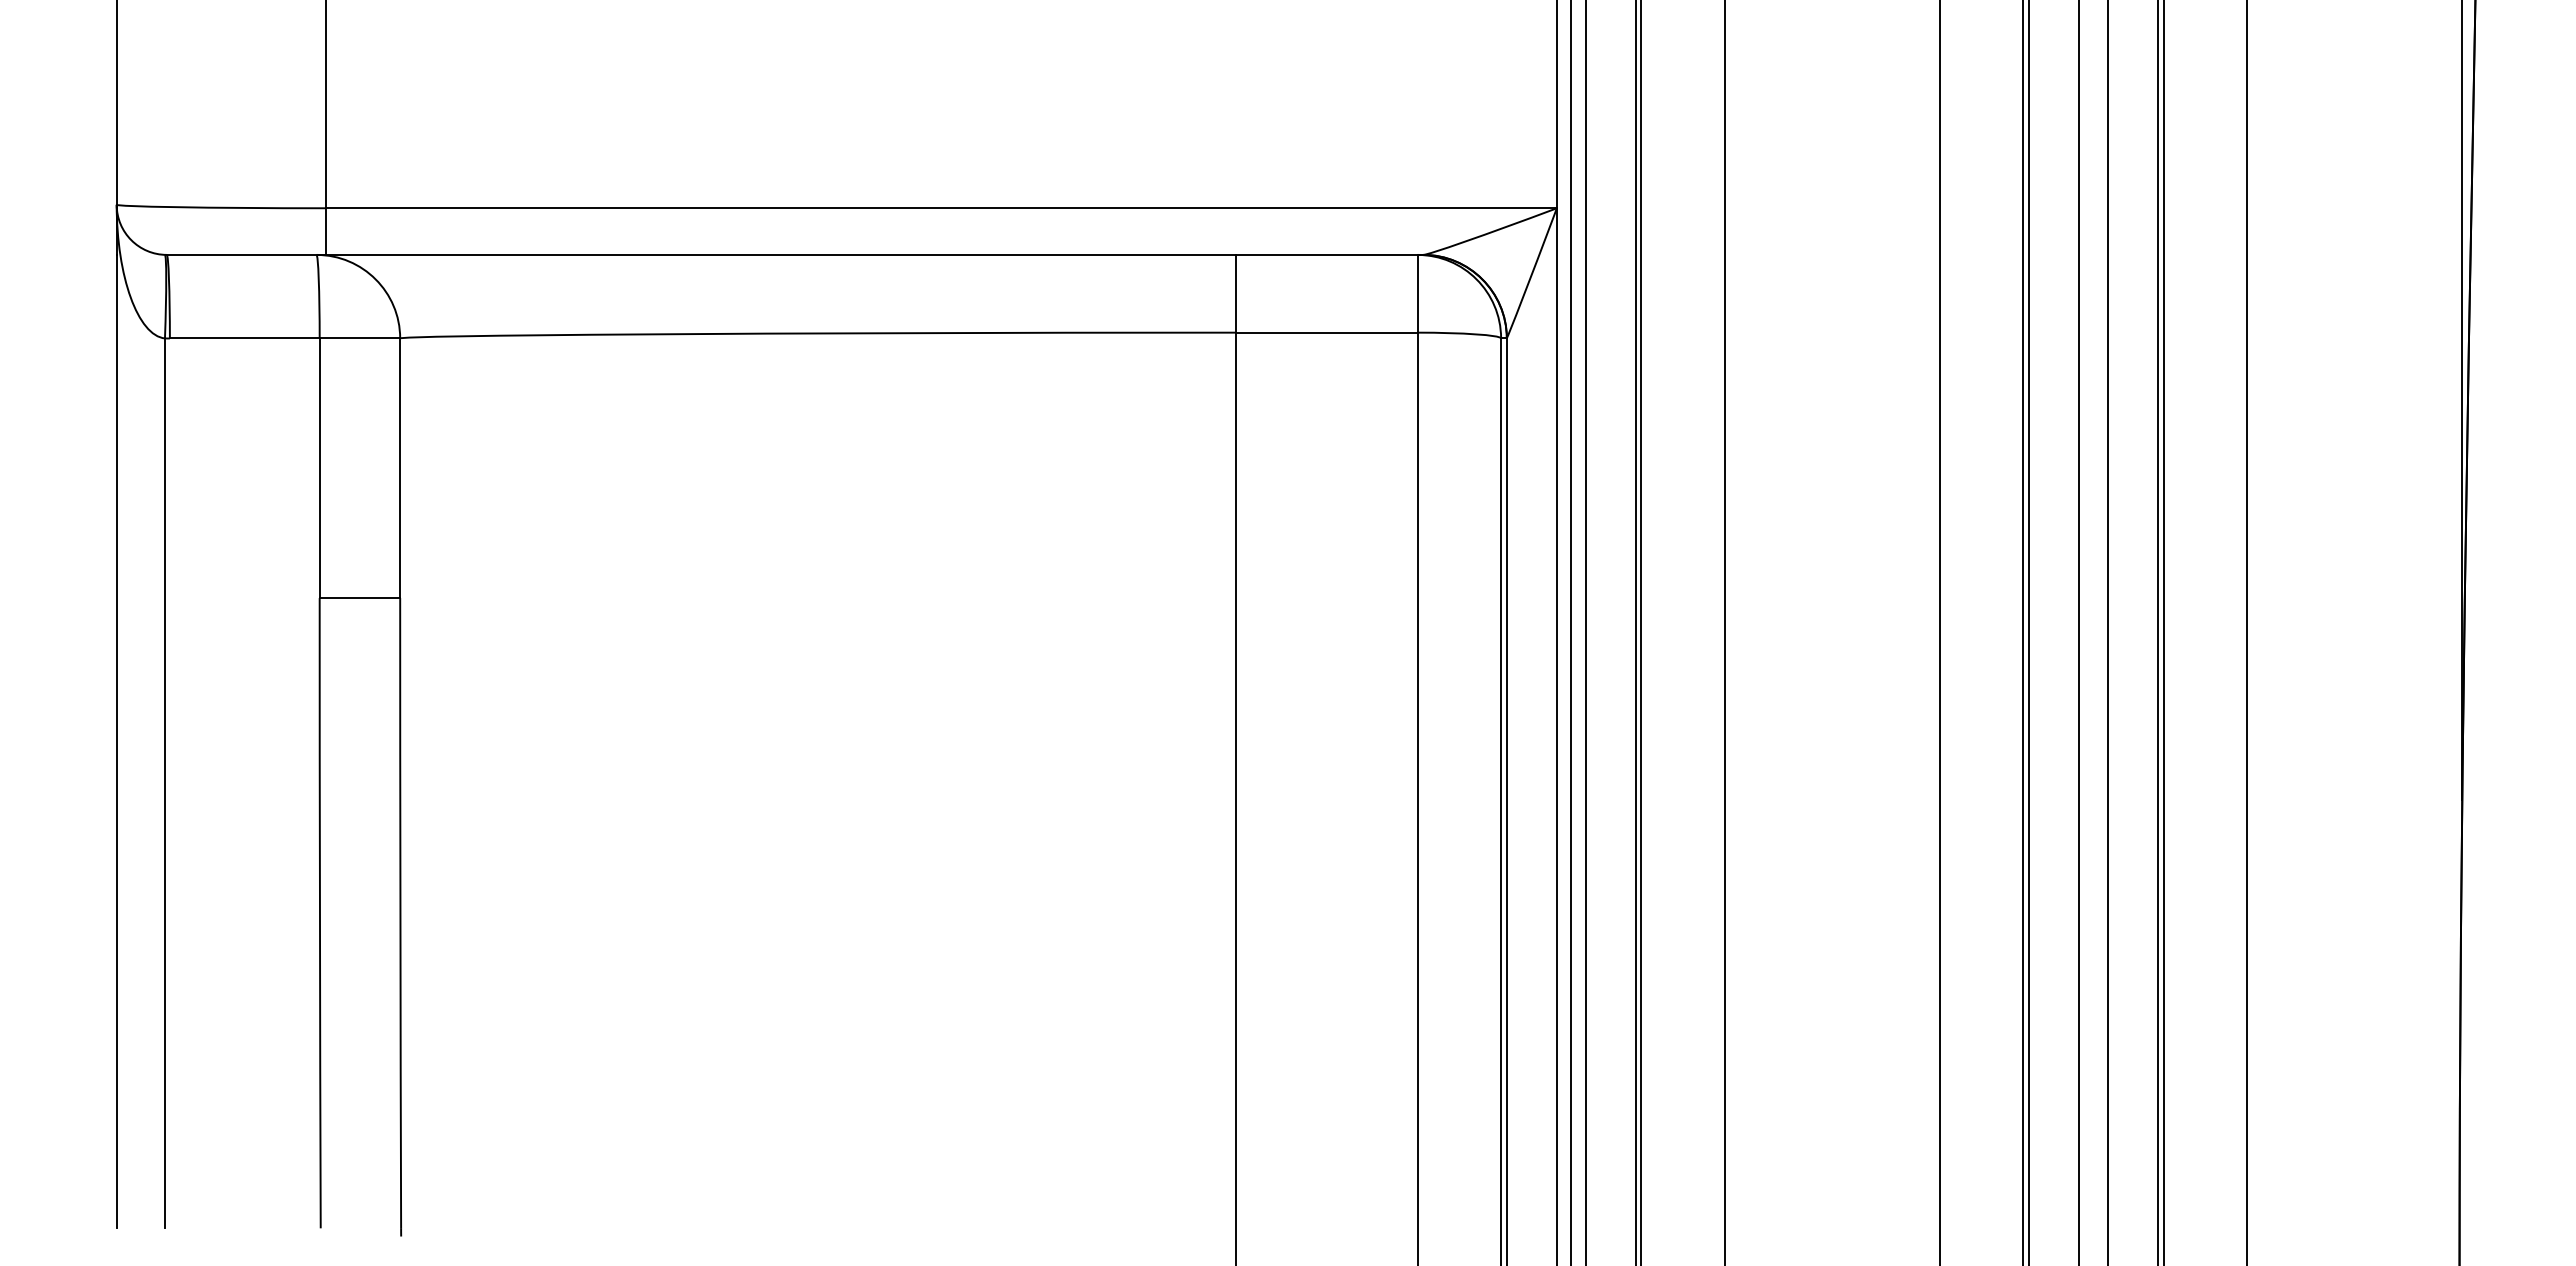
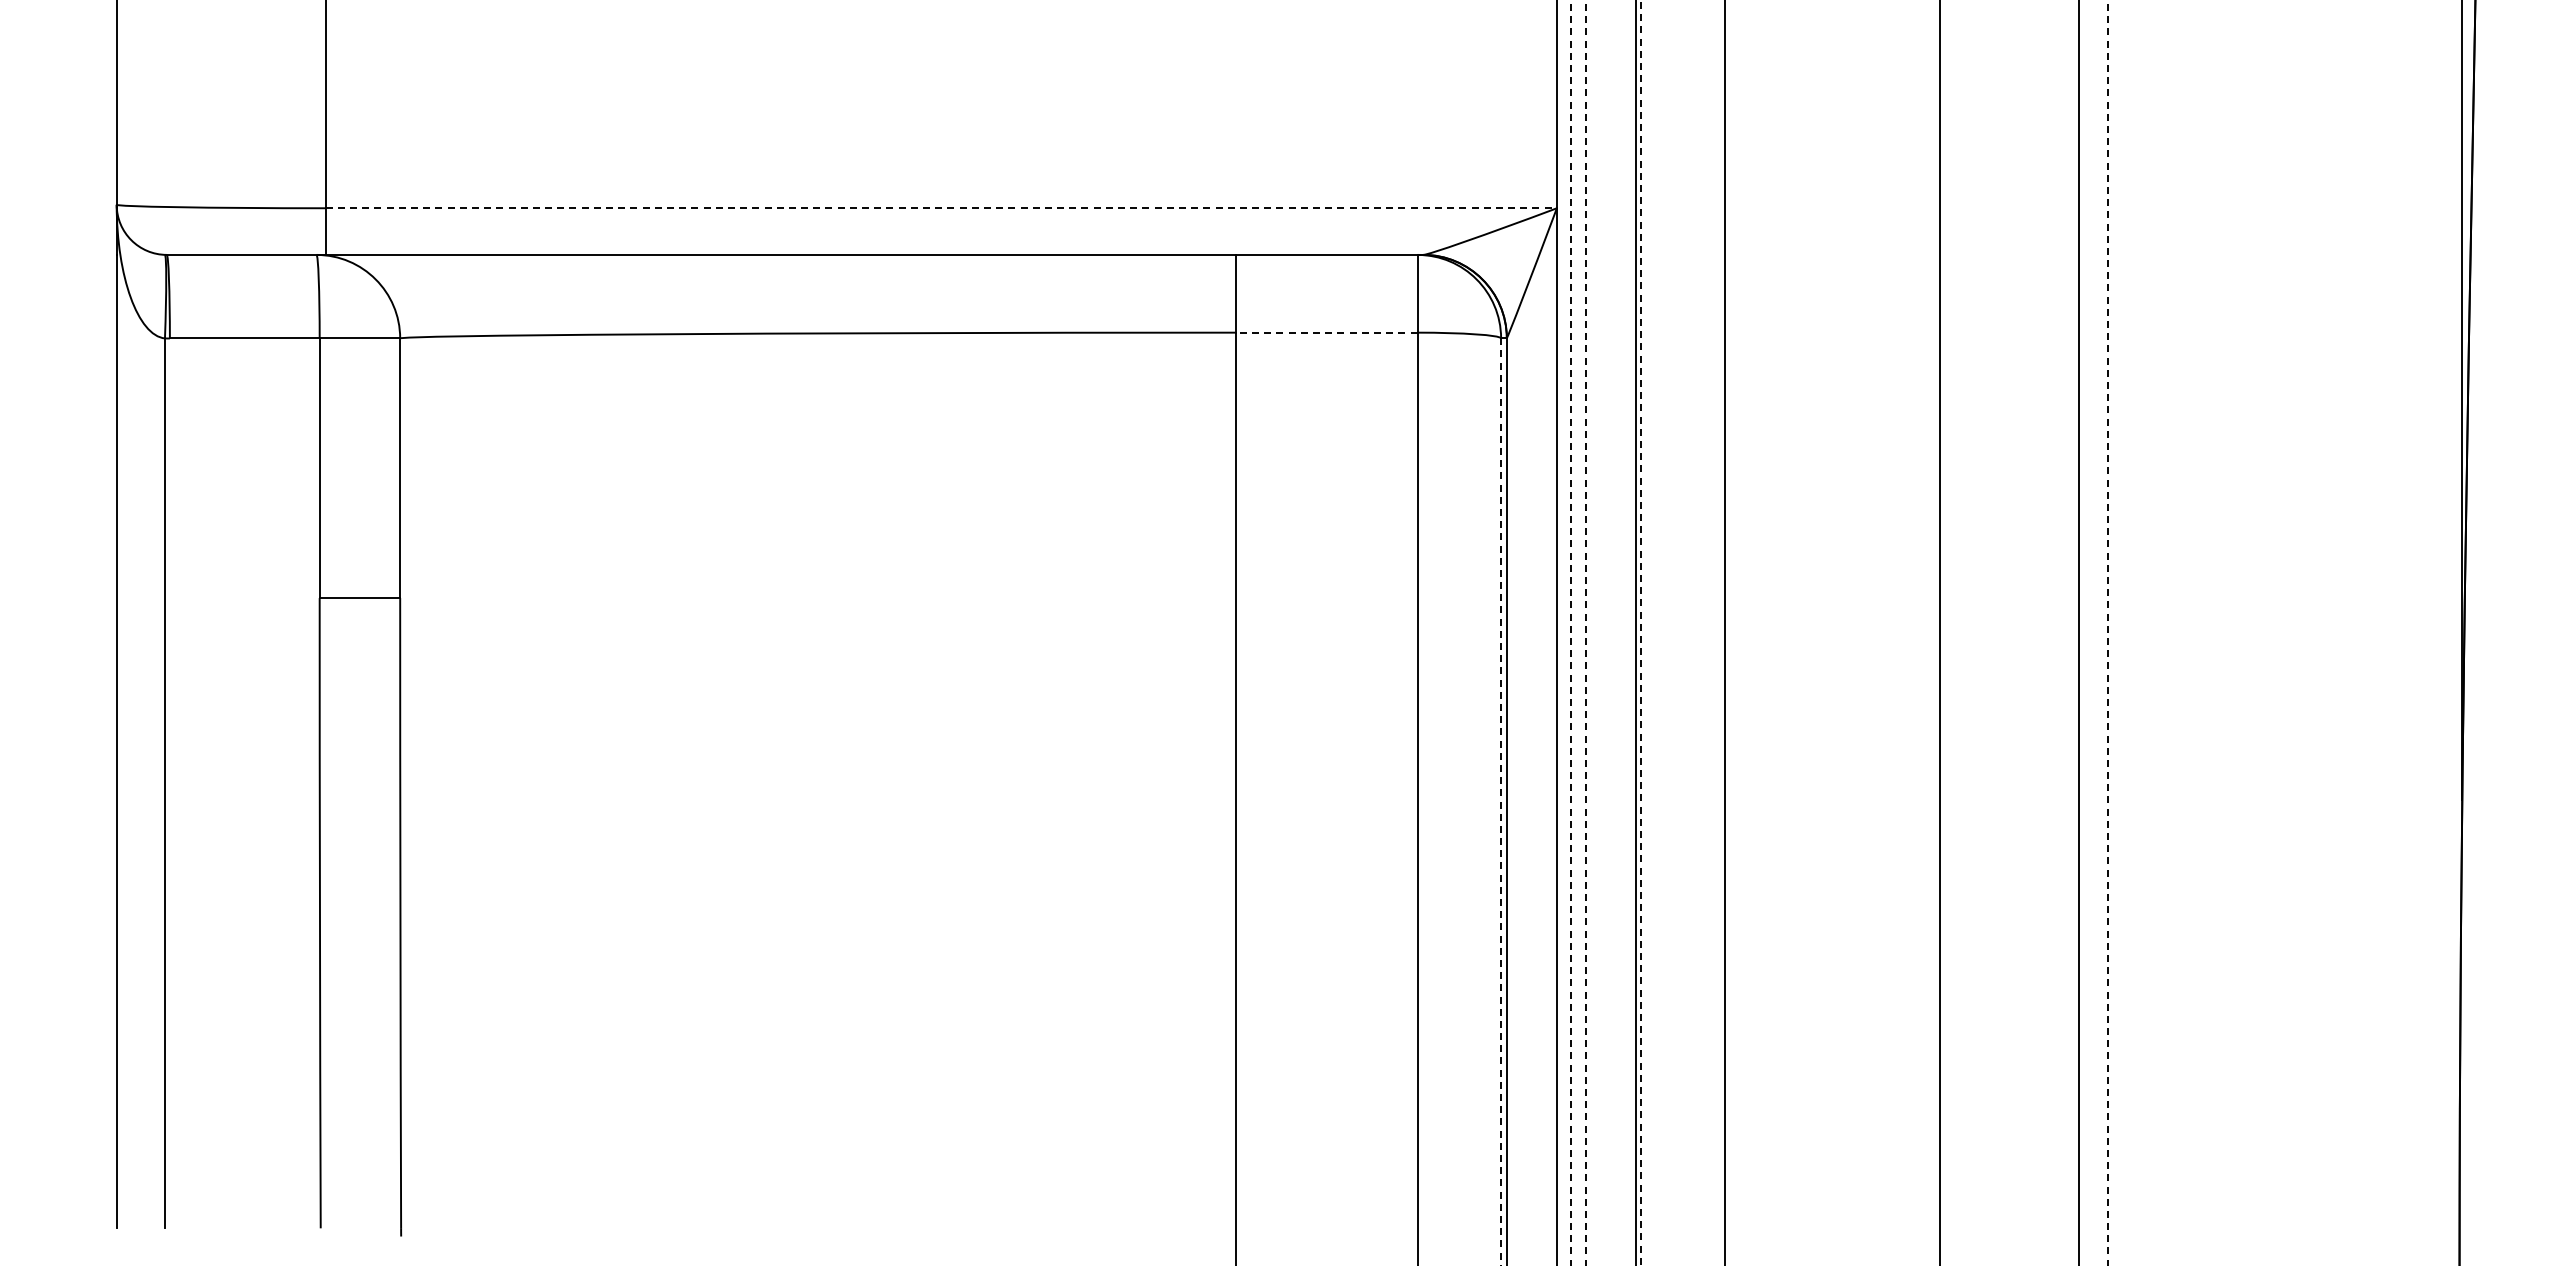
line at (941, 208): solid -> dashed
line at (1326, 332): solid -> dashed
line at (1571, 632): solid -> dashed
line at (1585, 632): solid -> dashed
line at (1641, 632): solid -> dashed
line at (2023, 632): present -> none
line at (2029, 632): present -> none
line at (2107, 632): solid -> dashed
line at (2158, 632): present -> none
line at (2163, 632): present -> none
line at (2247, 632): present -> none
line at (1501, 801): solid -> dashed
